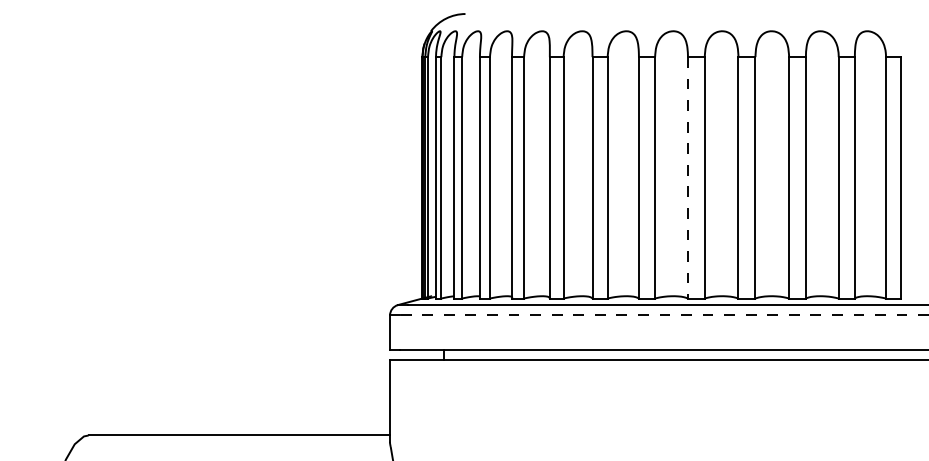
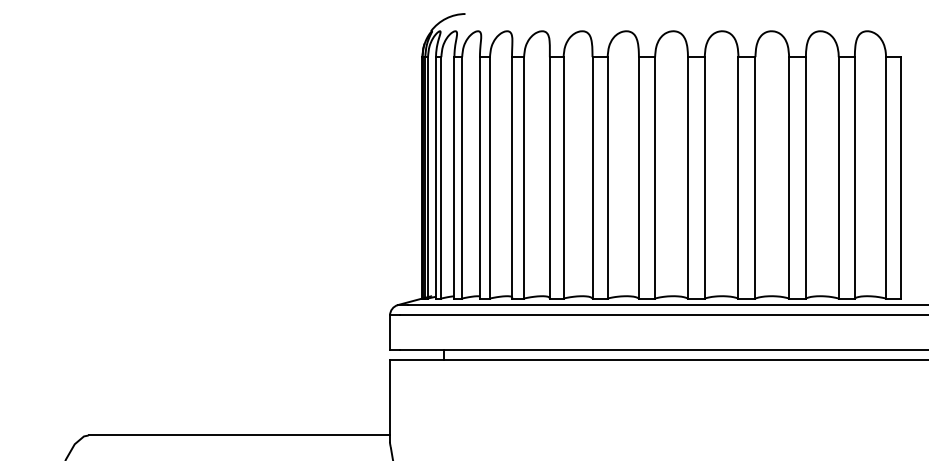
line at (688, 177): dashed -> solid
line at (663, 315): dashed -> solid
